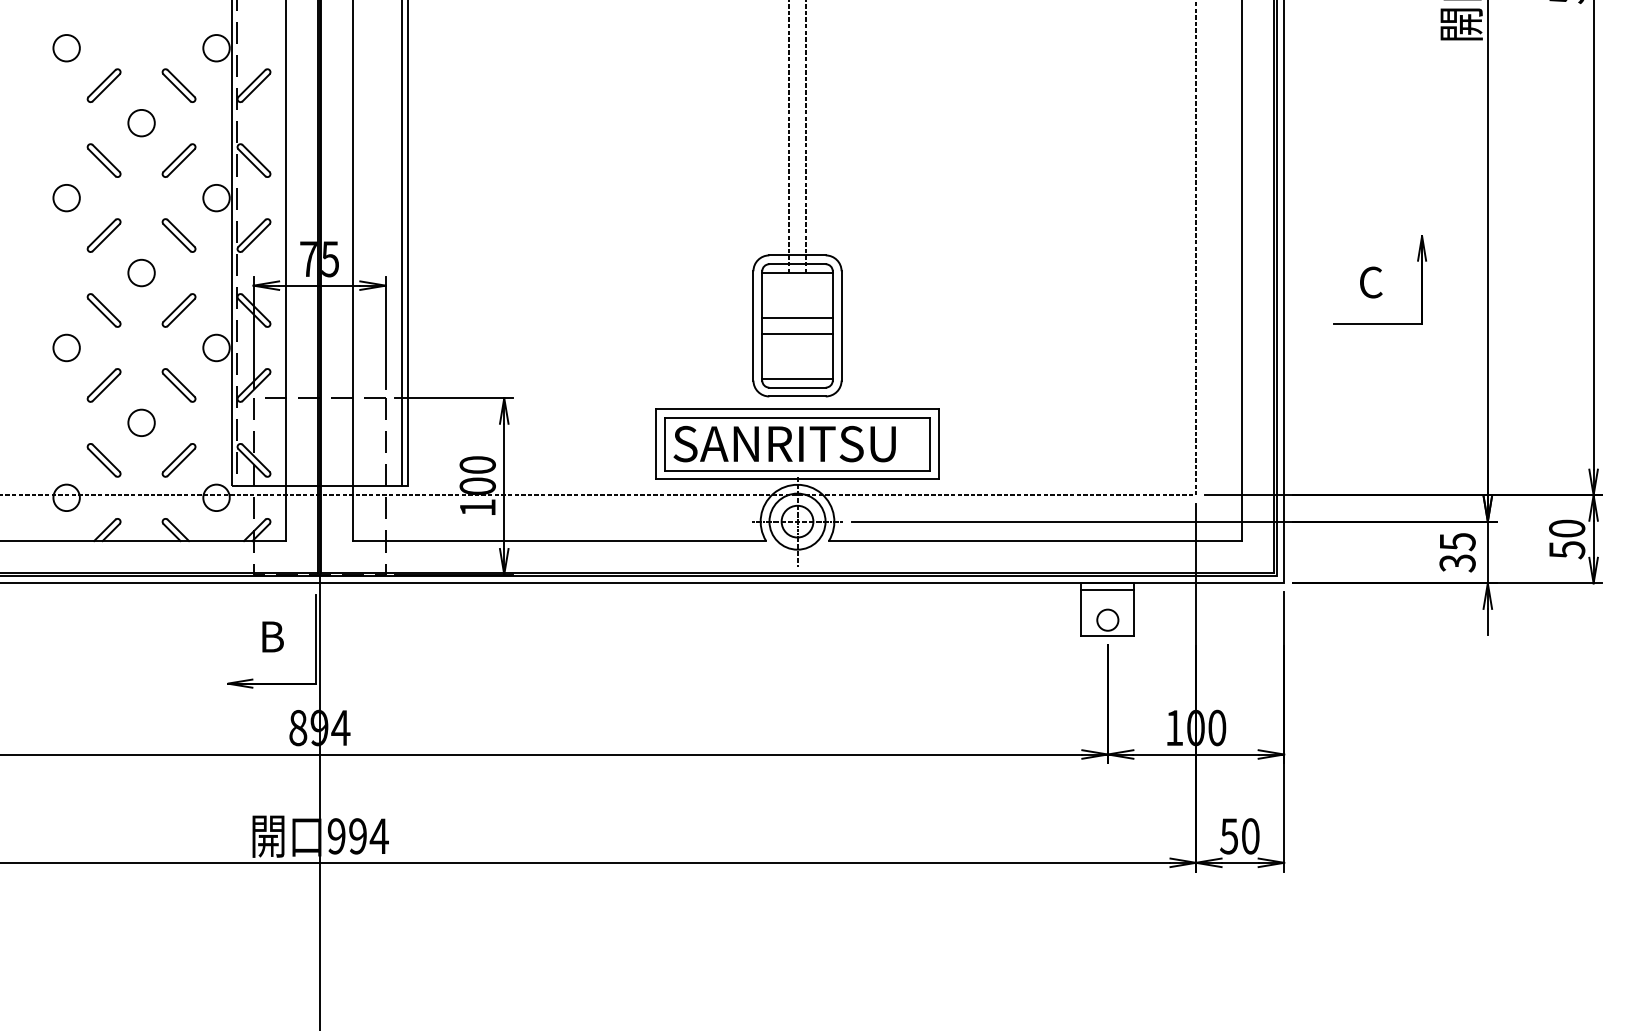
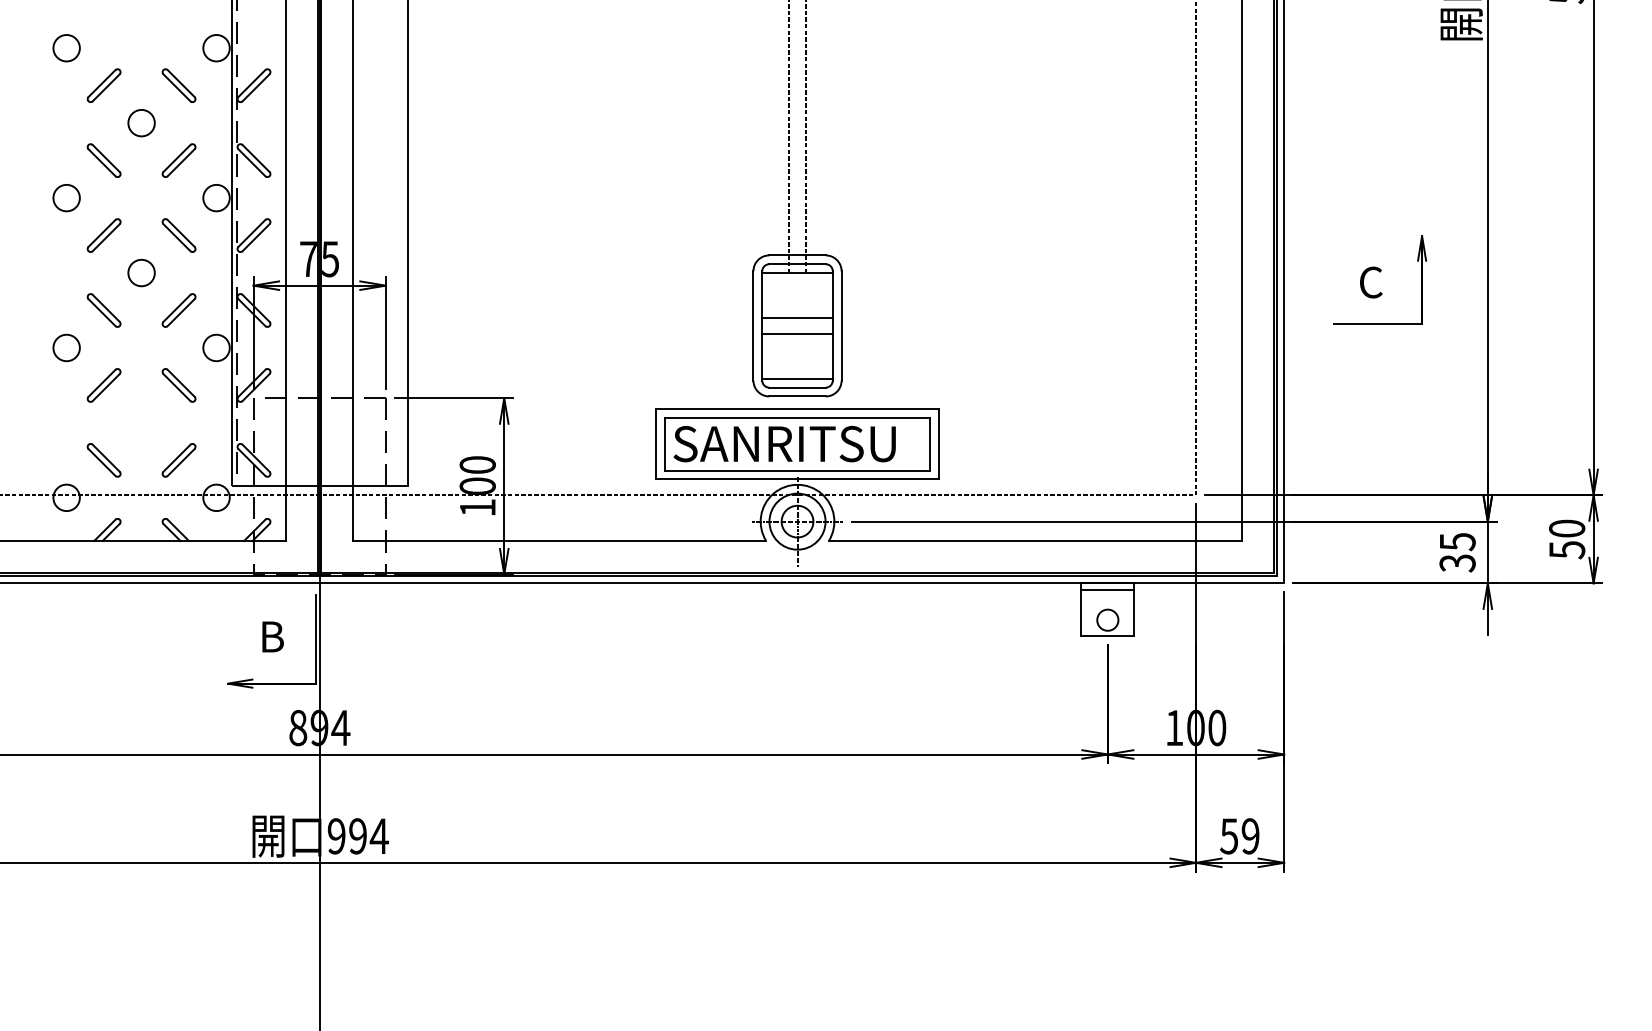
line at (402, 244): present -> none
circle at (141, 422): present -> none
text at (1250, 836): 50 -> 59
